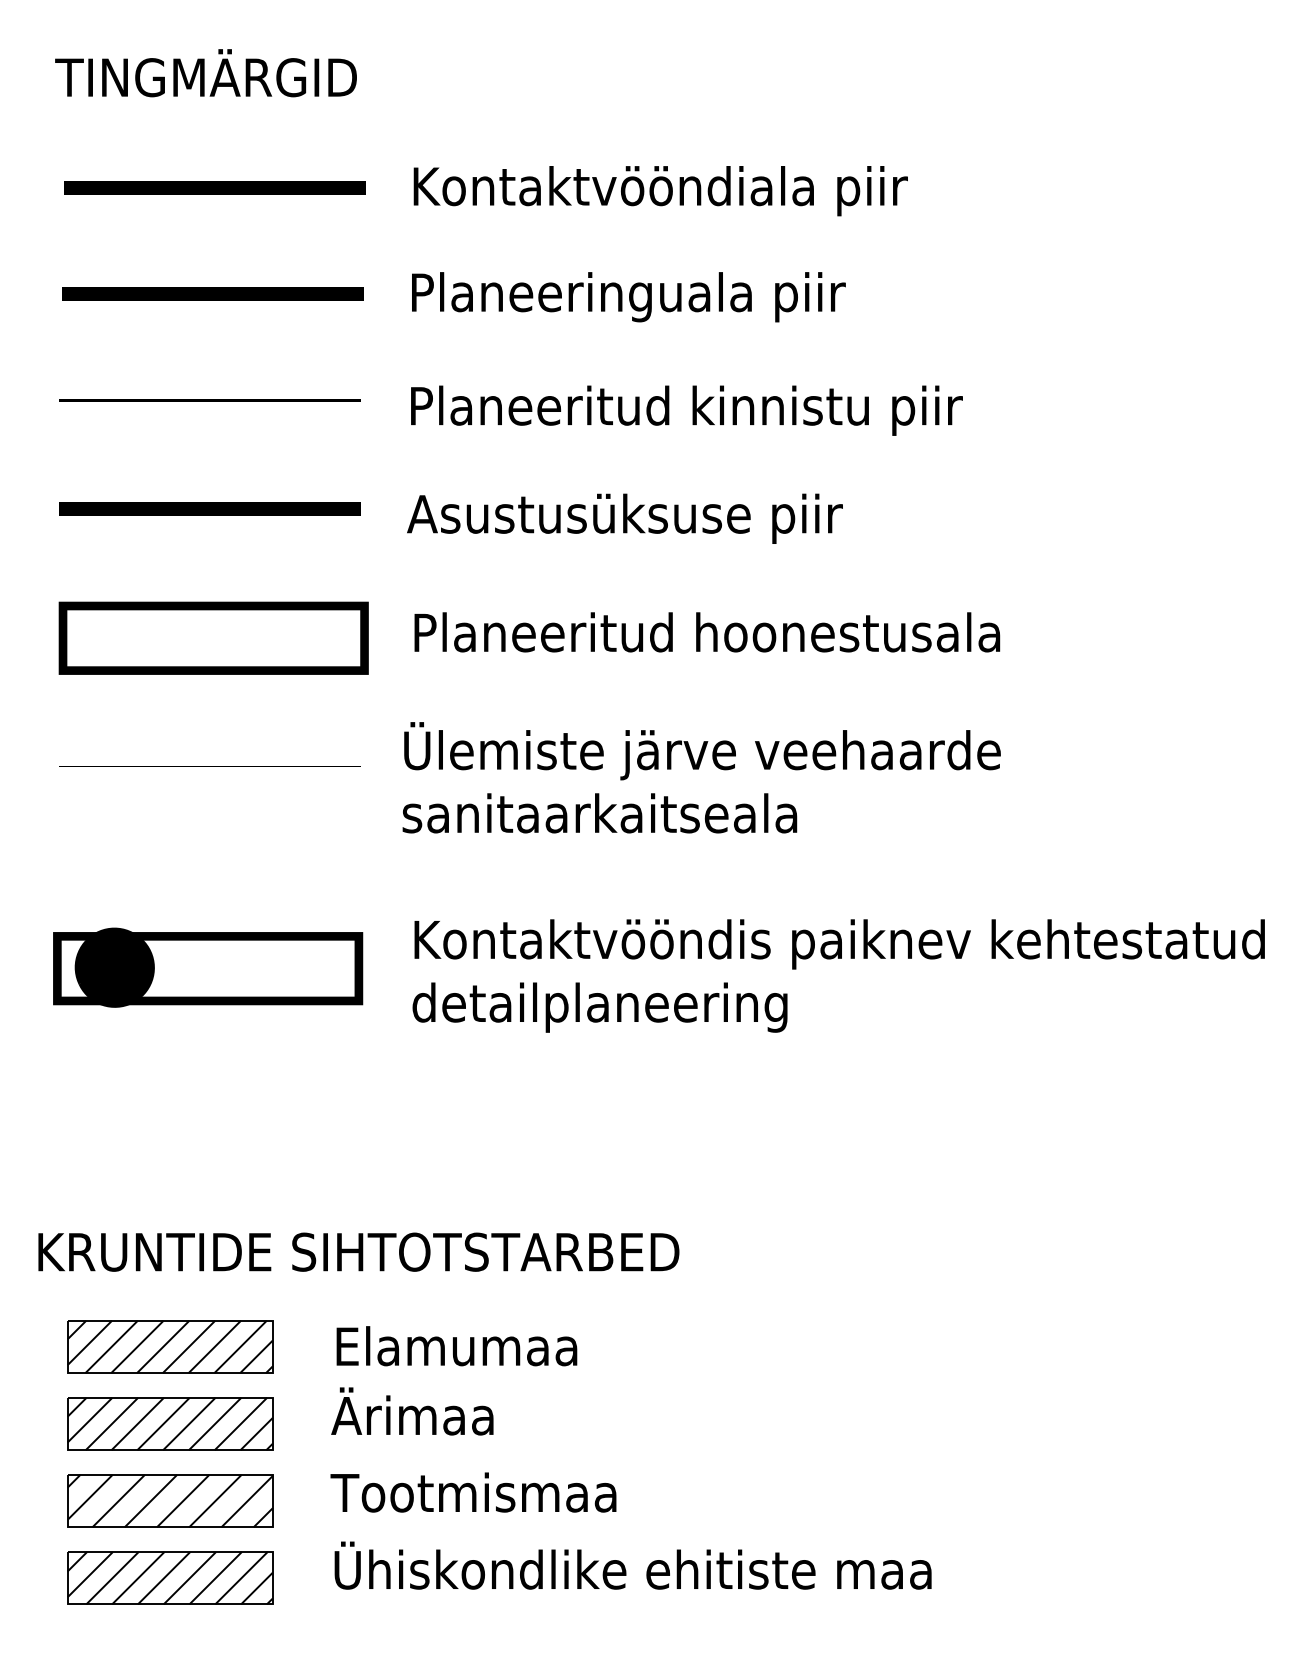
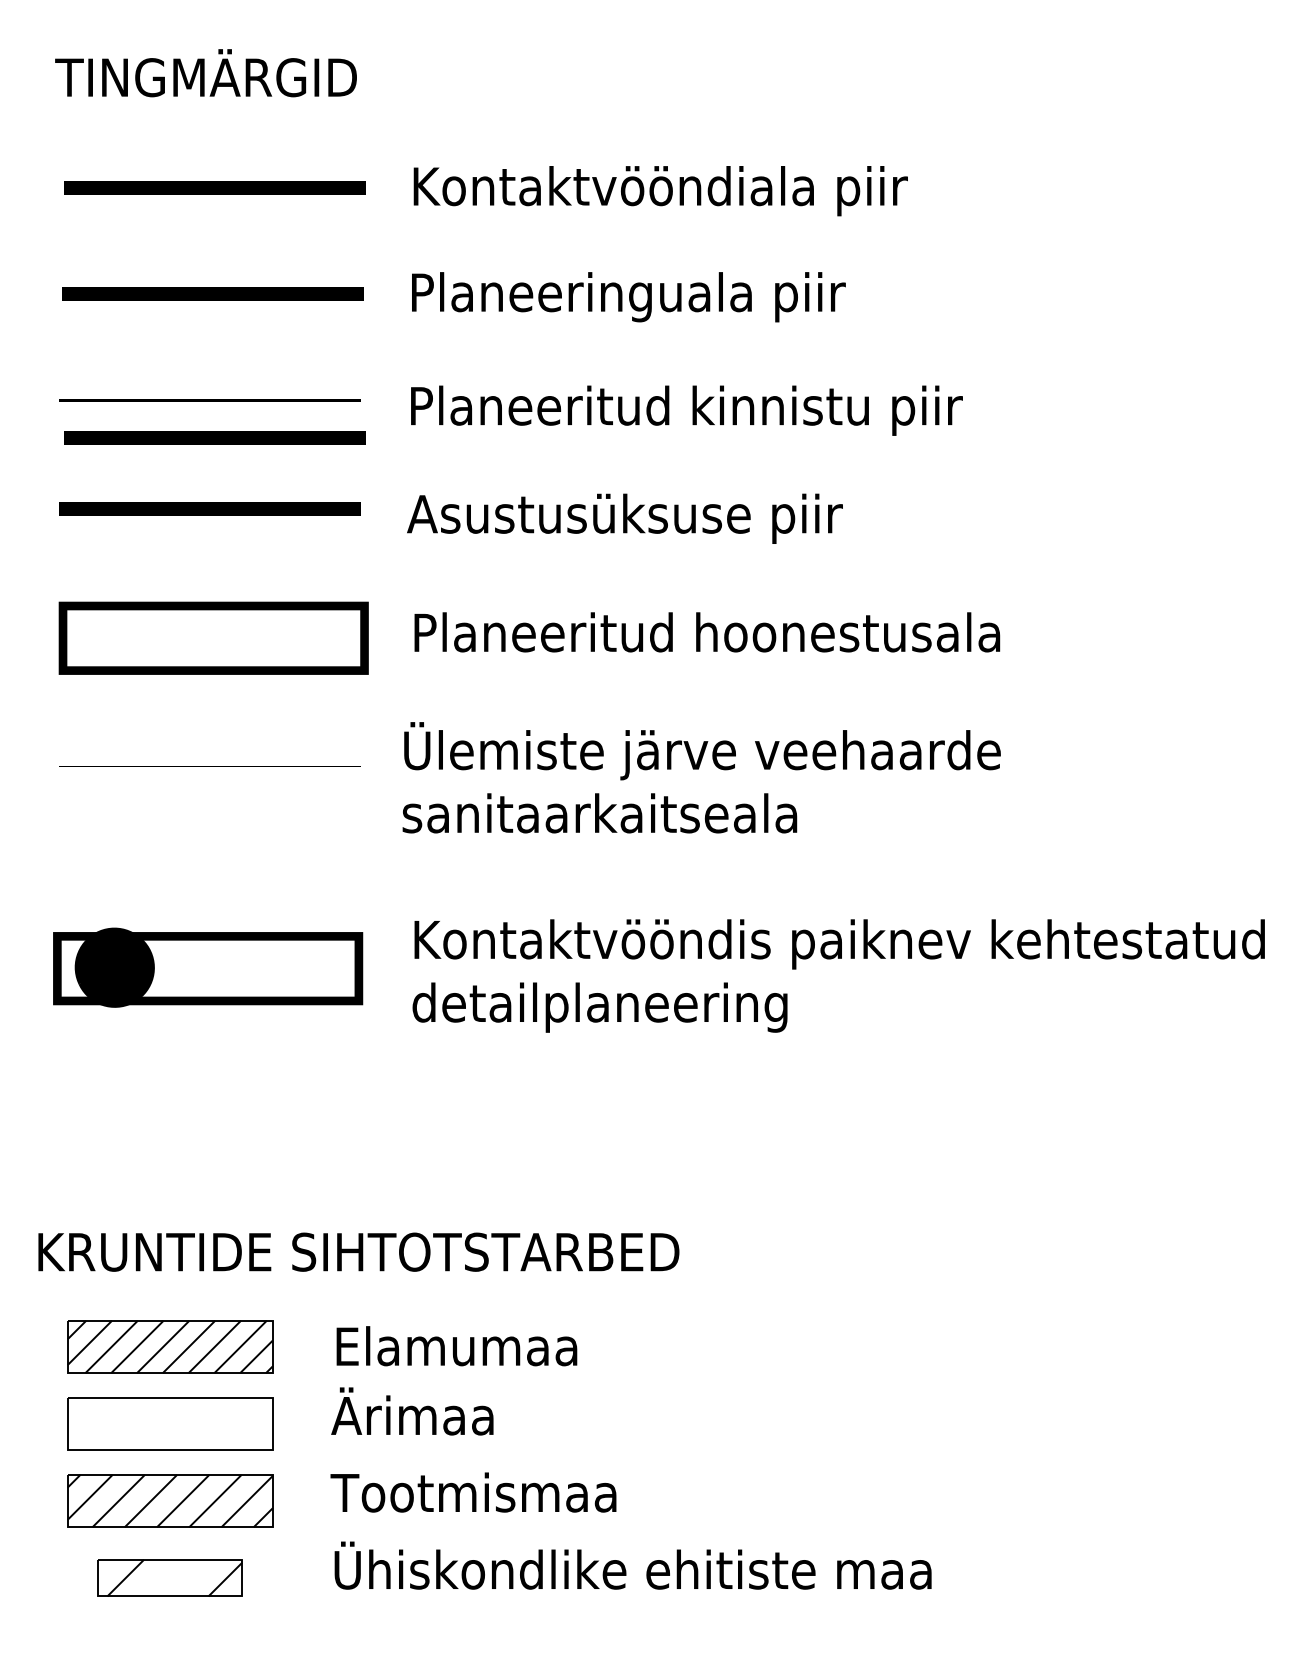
line at (214, 437): none -> present
hatch at (169, 1423): present -> none
part at (170, 1577) size: 207x54 px -> 146x38 px
